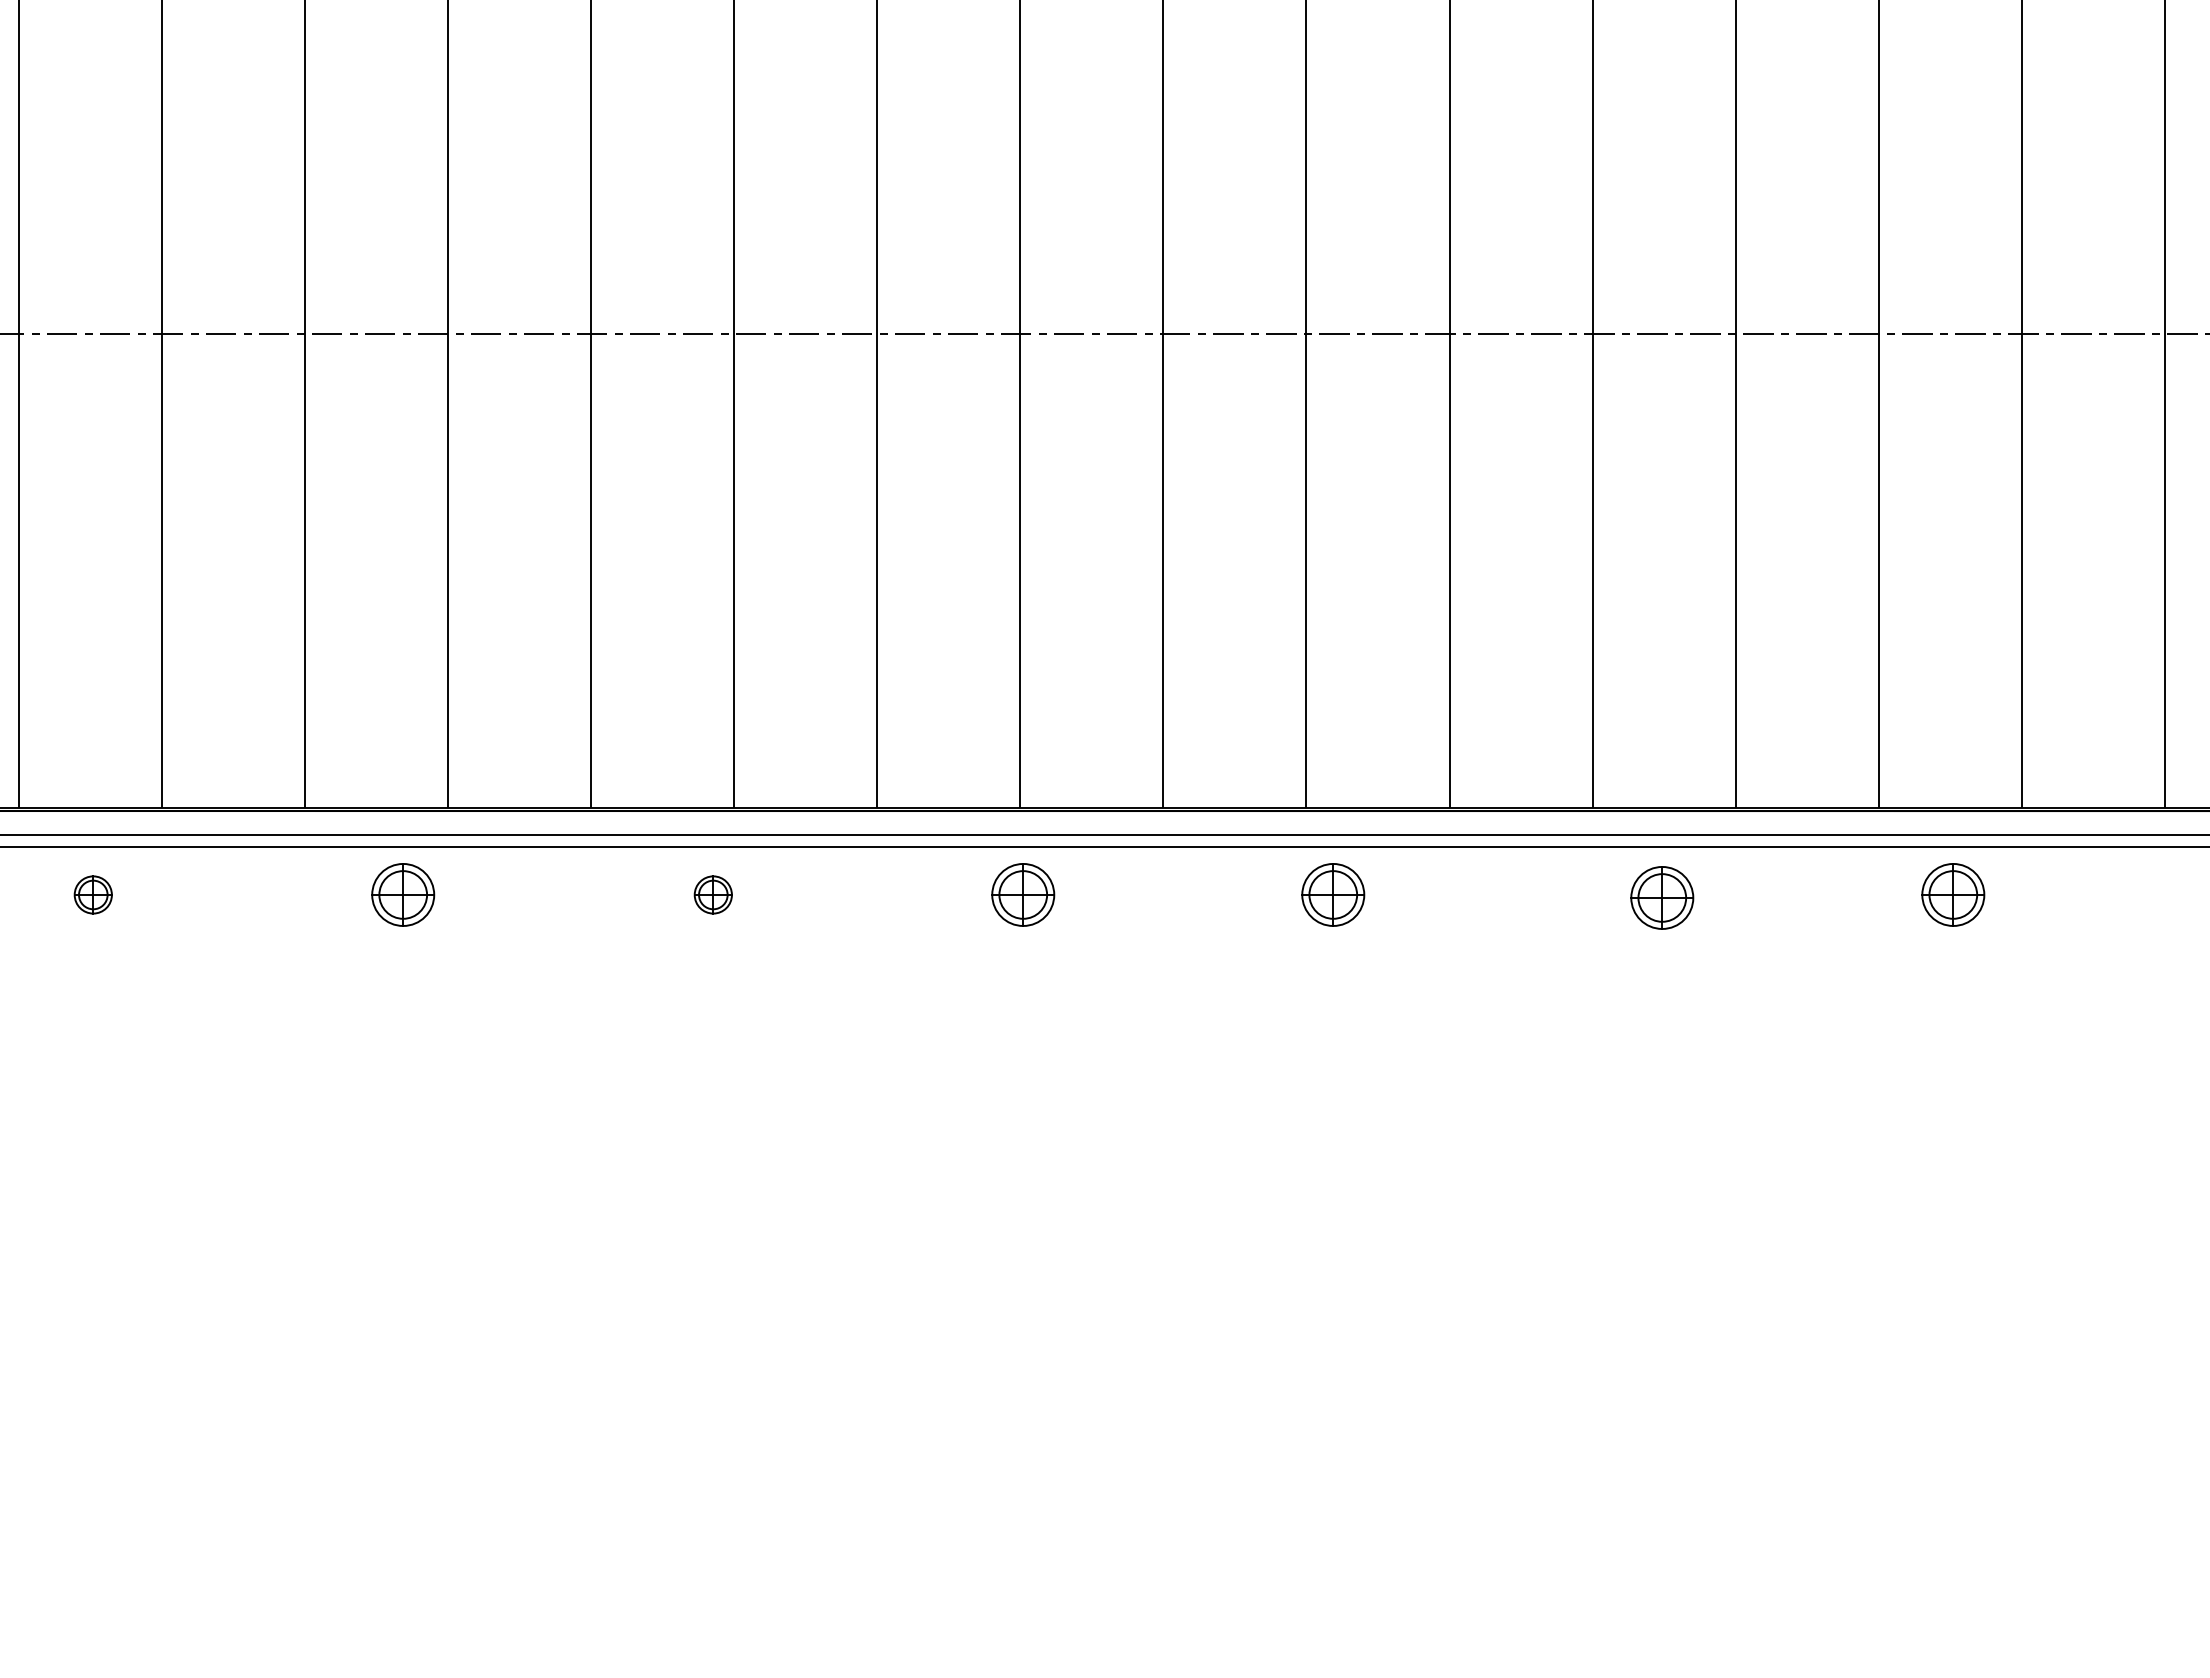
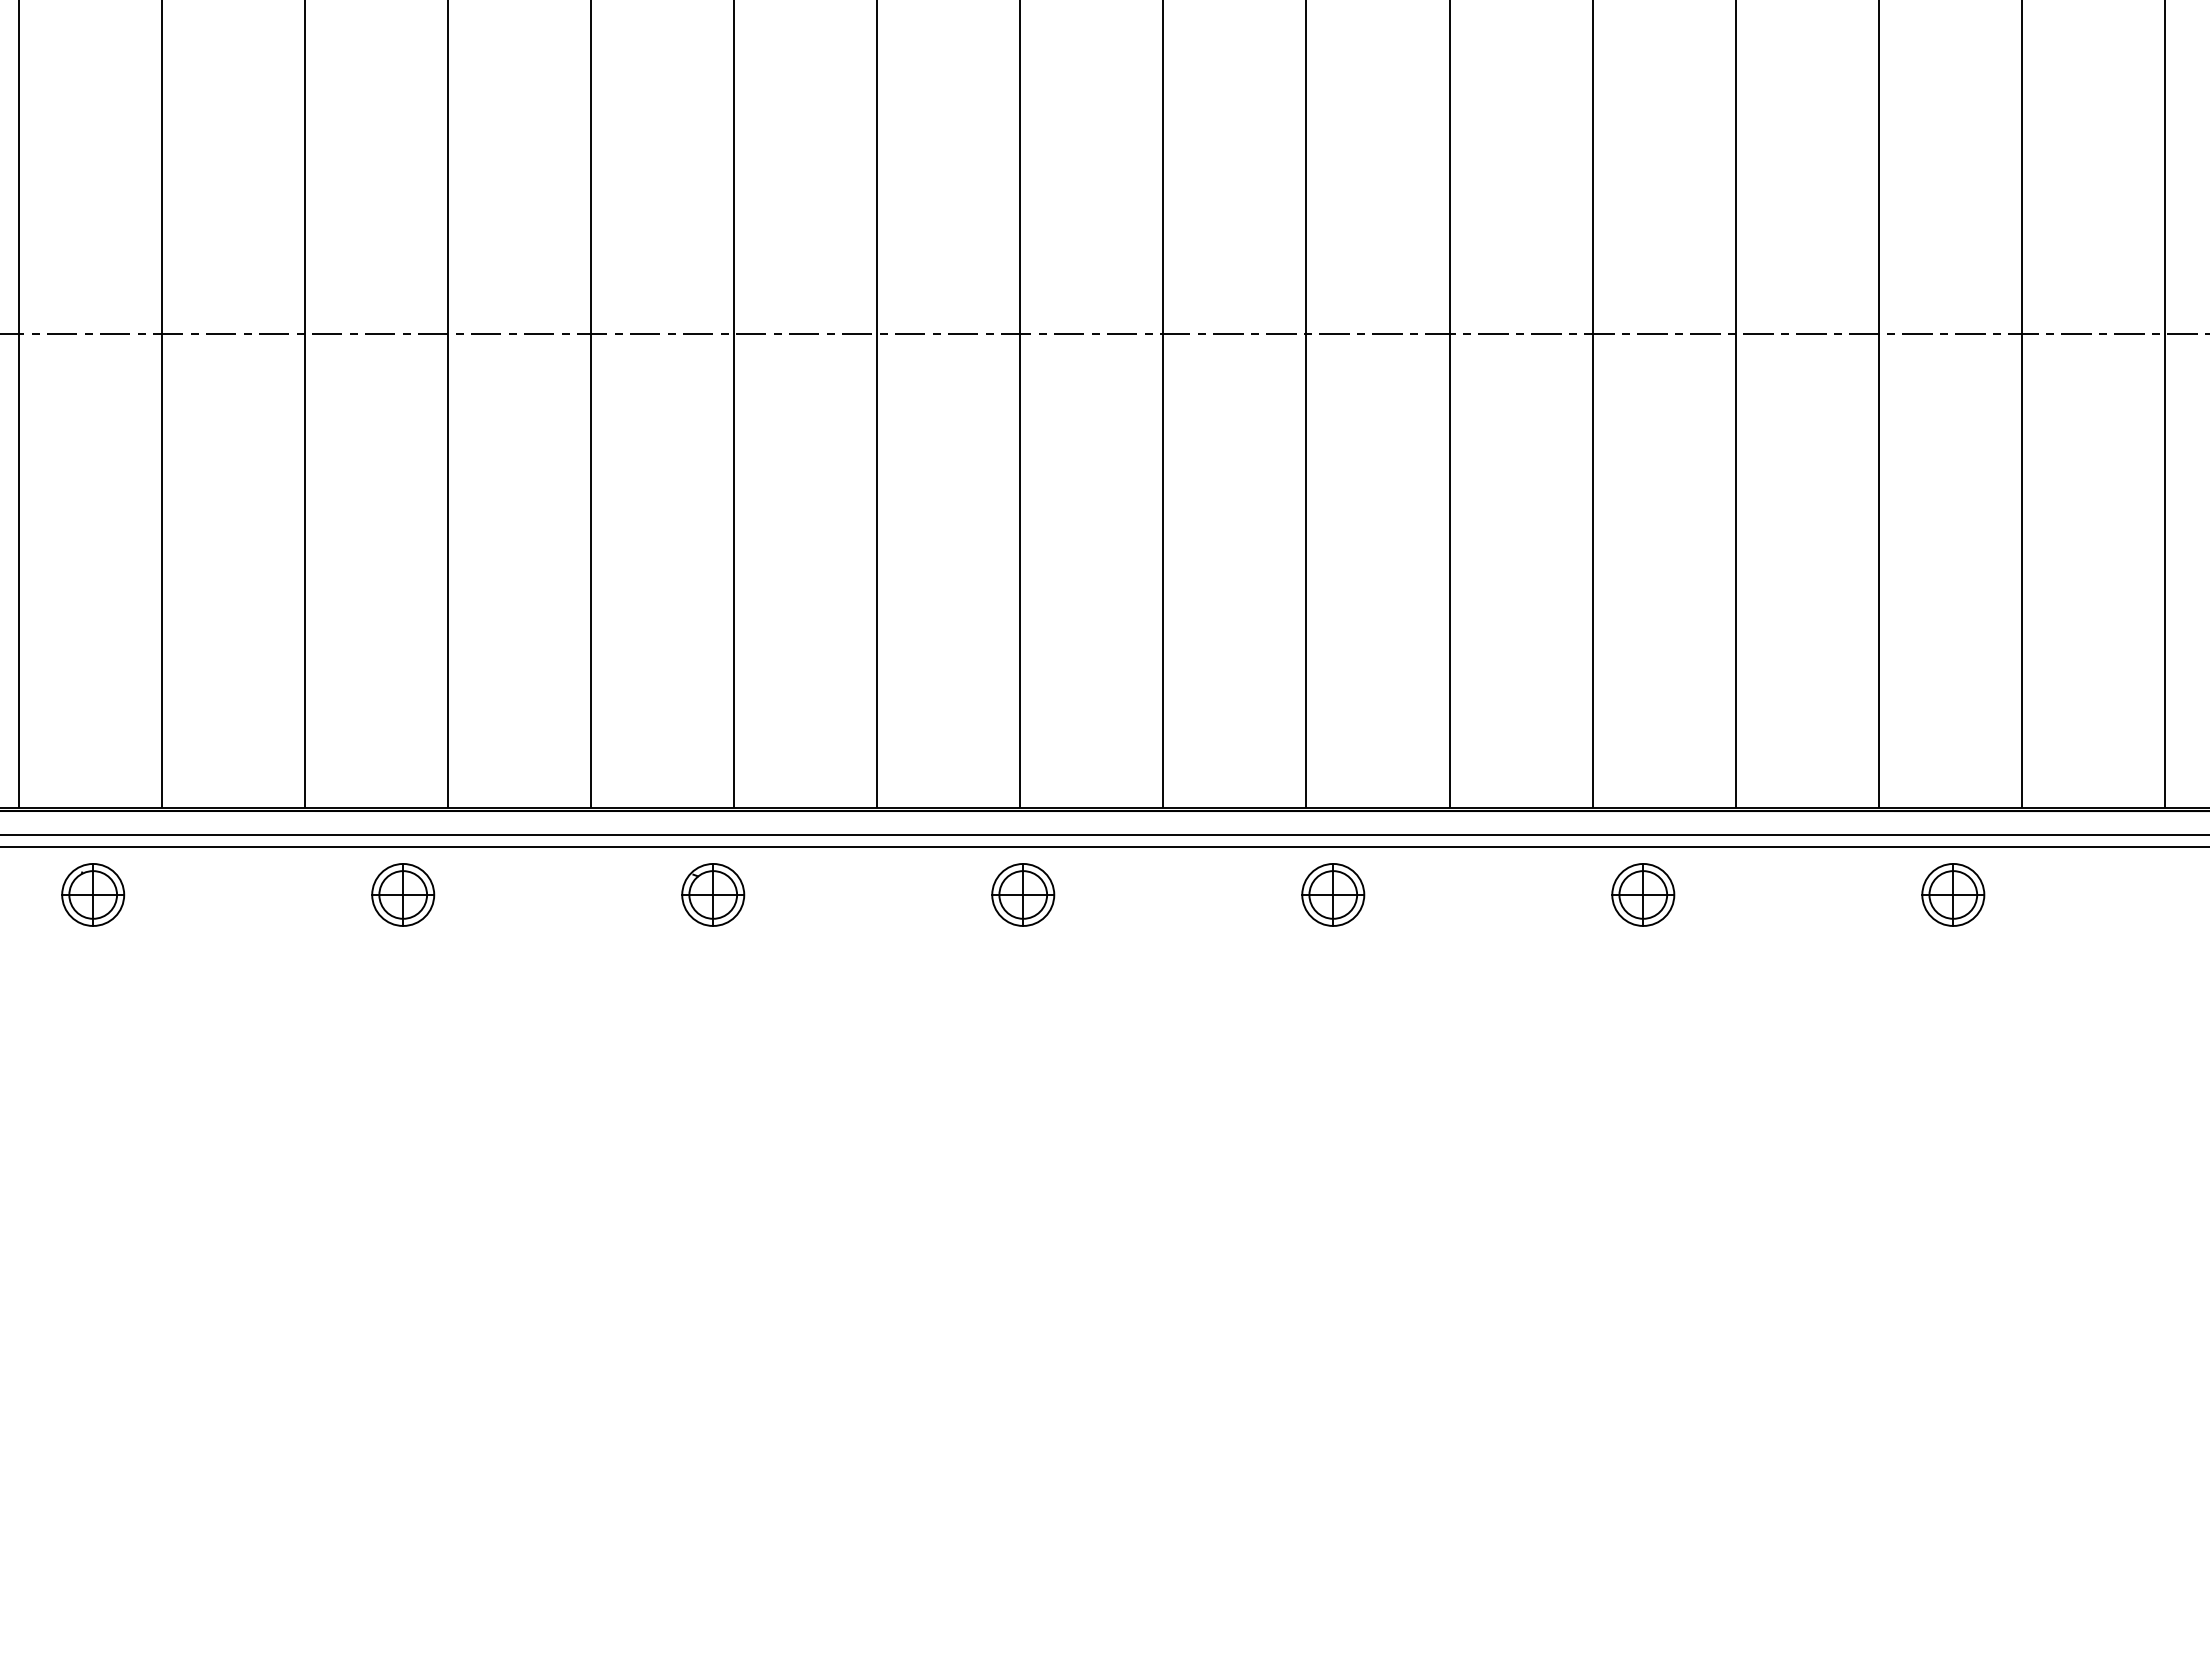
part at (92, 894) size: 40x40 px -> 65x64 px
part at (712, 894) size: 40x40 px -> 65x64 px
part at (1662, 897) position: (1662, 897) -> (1643, 894)
